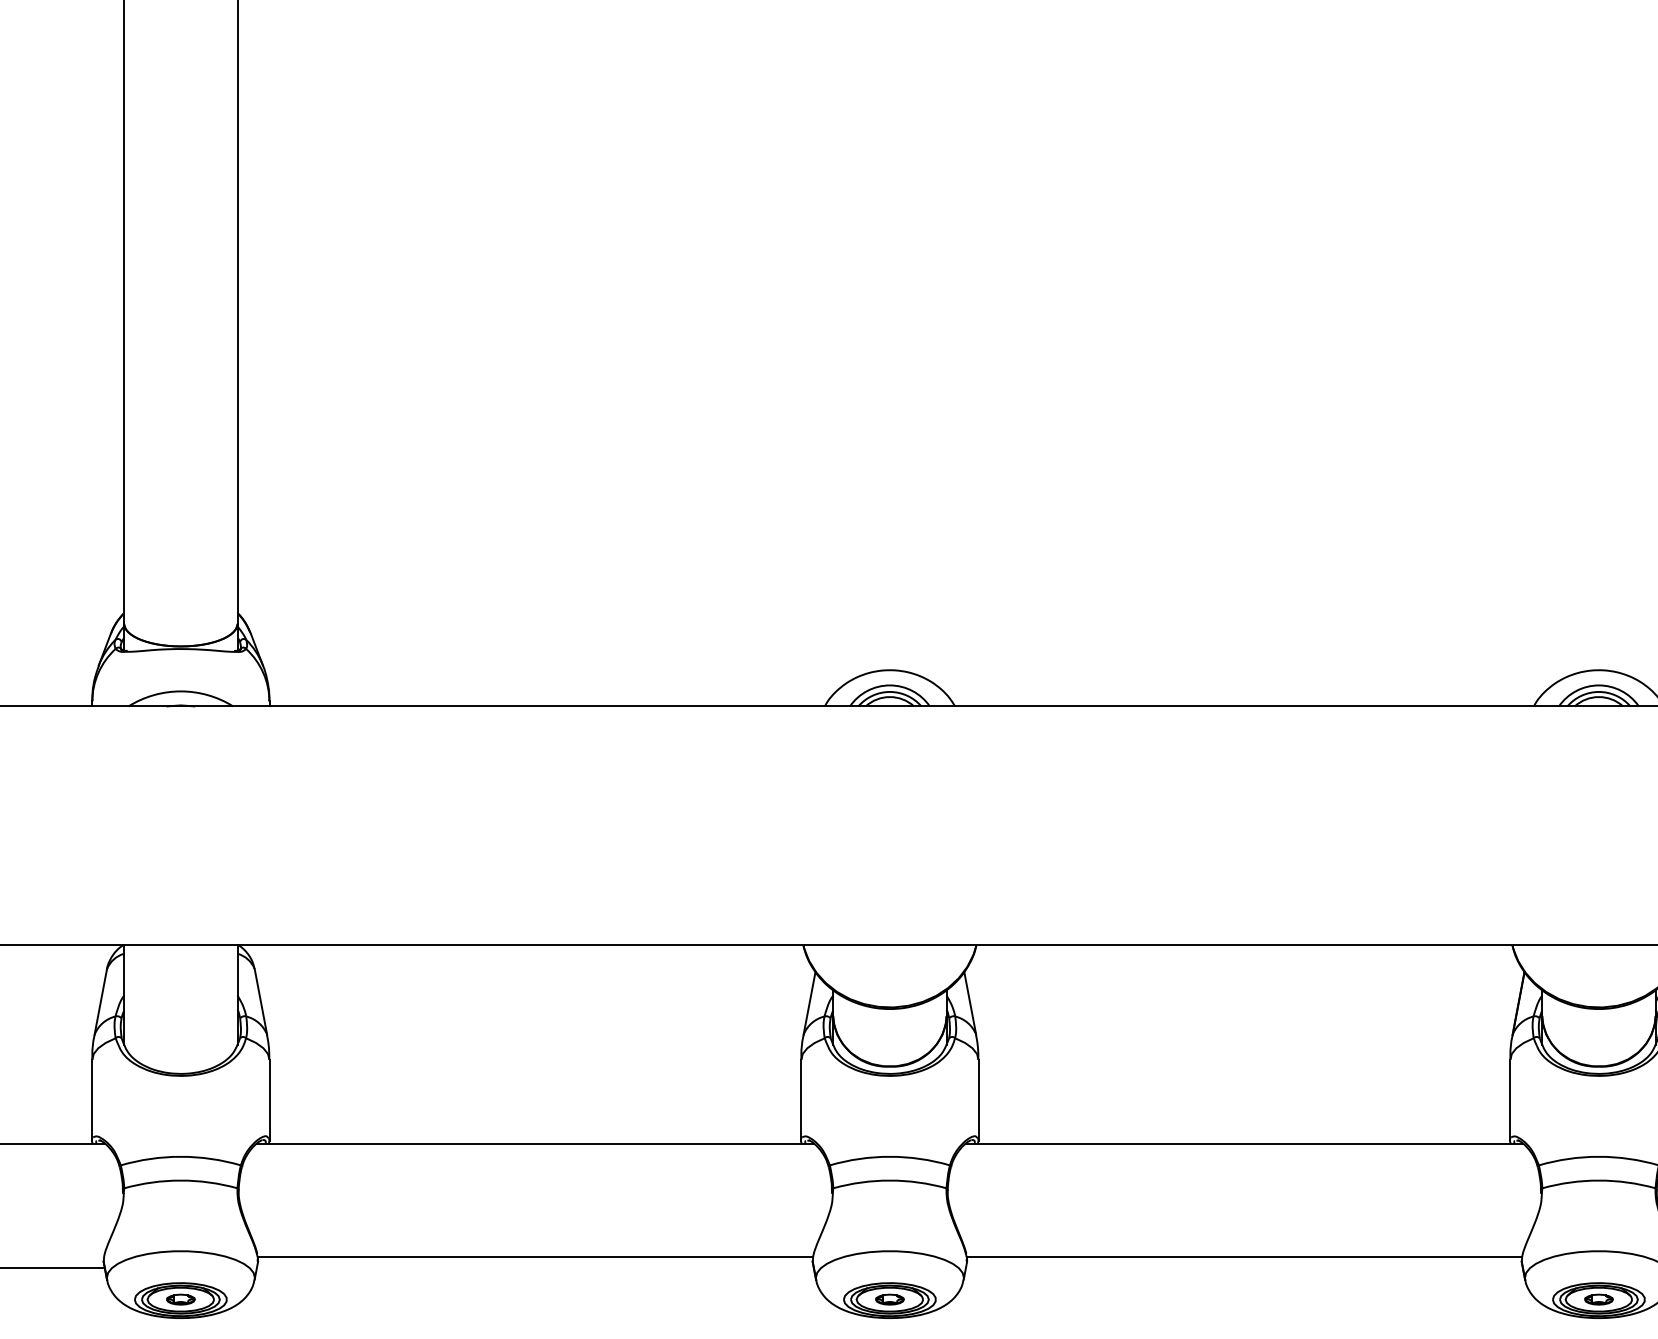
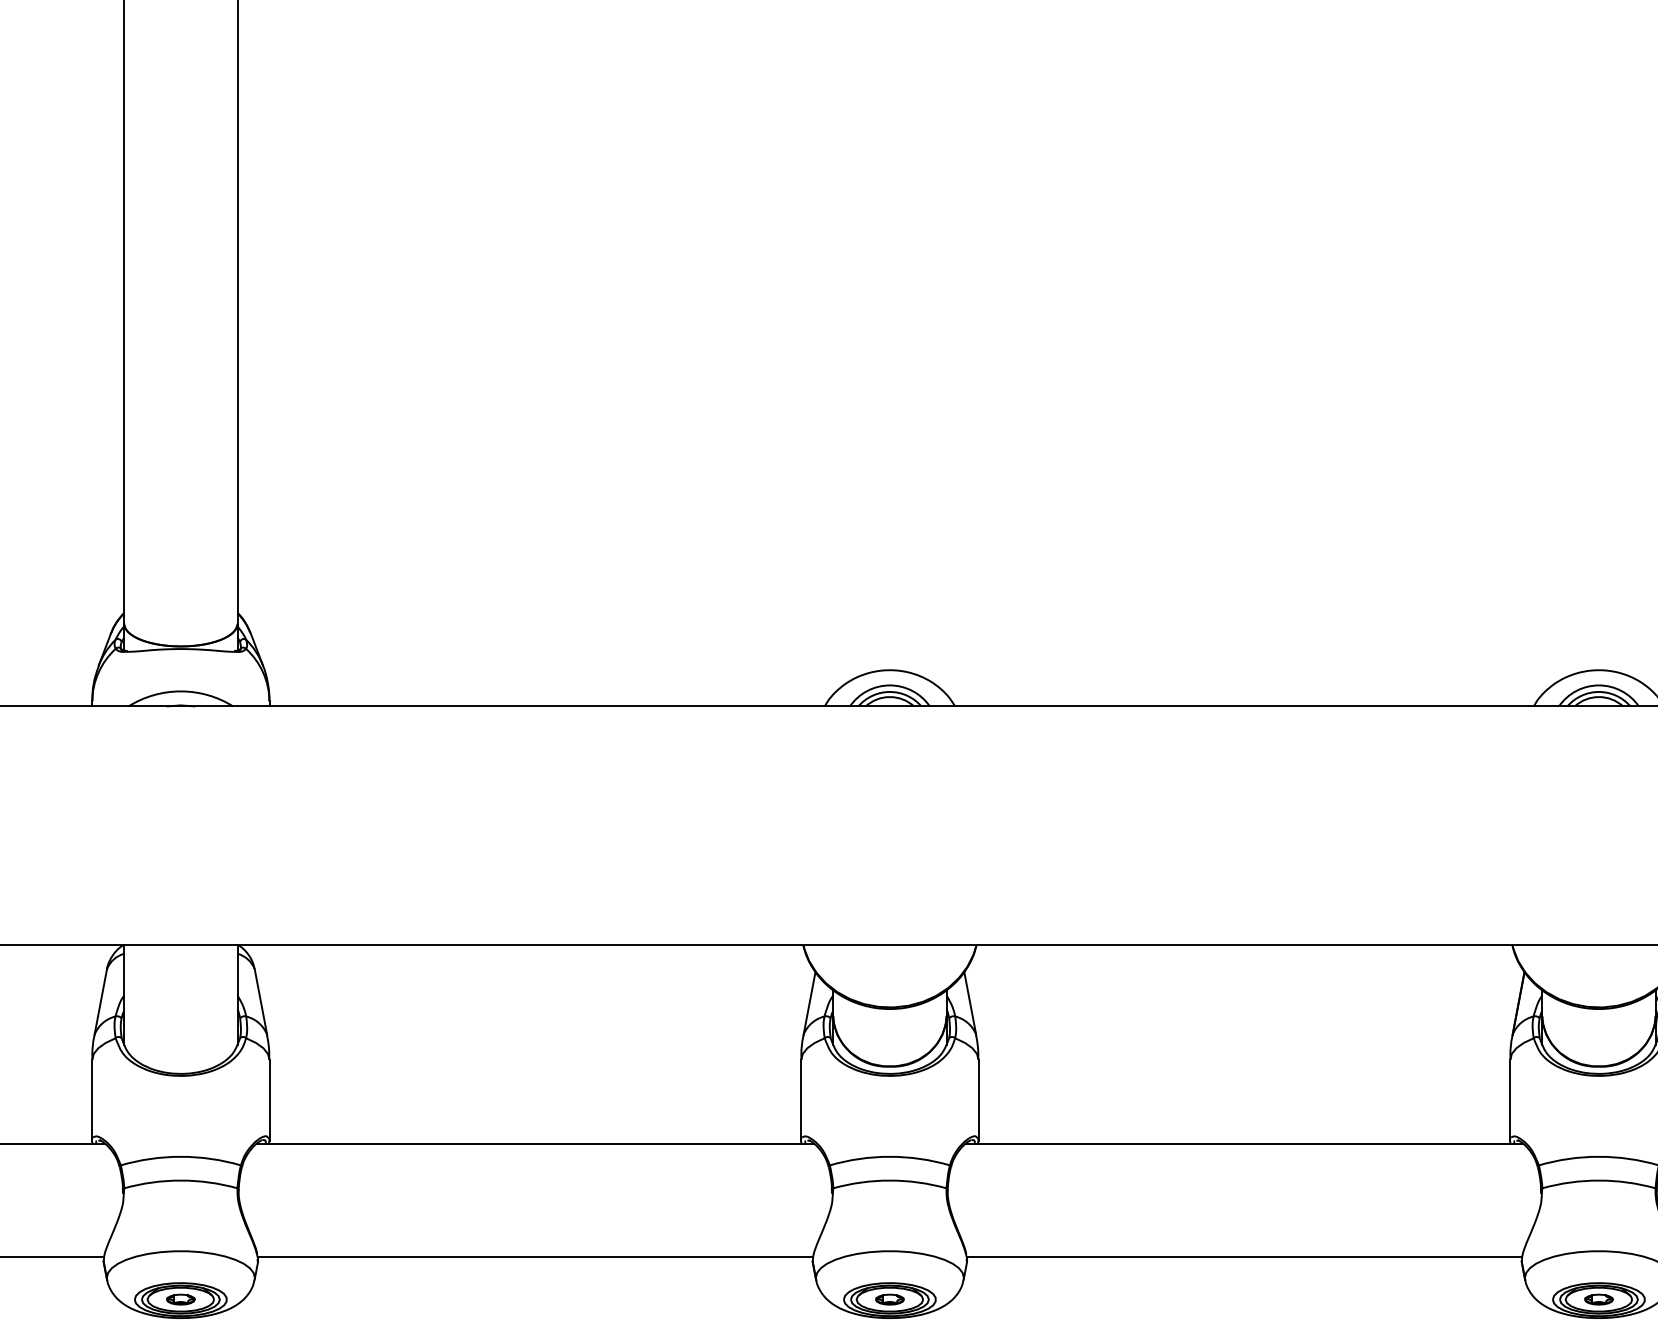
line at (53, 1268) position: (53, 1268) -> (53, 1257)
